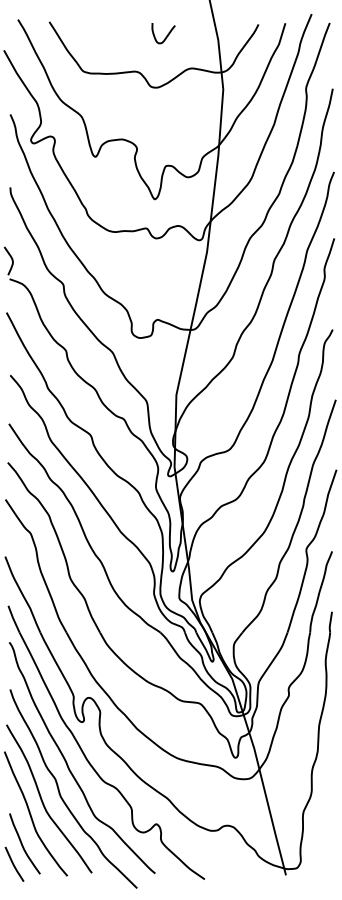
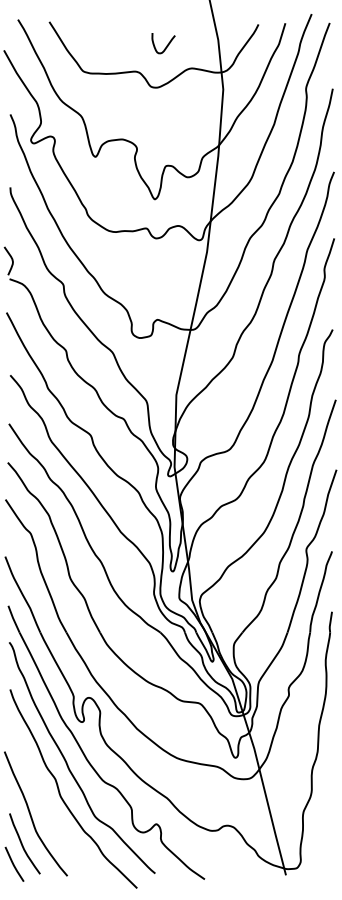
curve at (166, 35) position: (166, 35) -> (166, 45)
curve at (43, 801): present -> none
